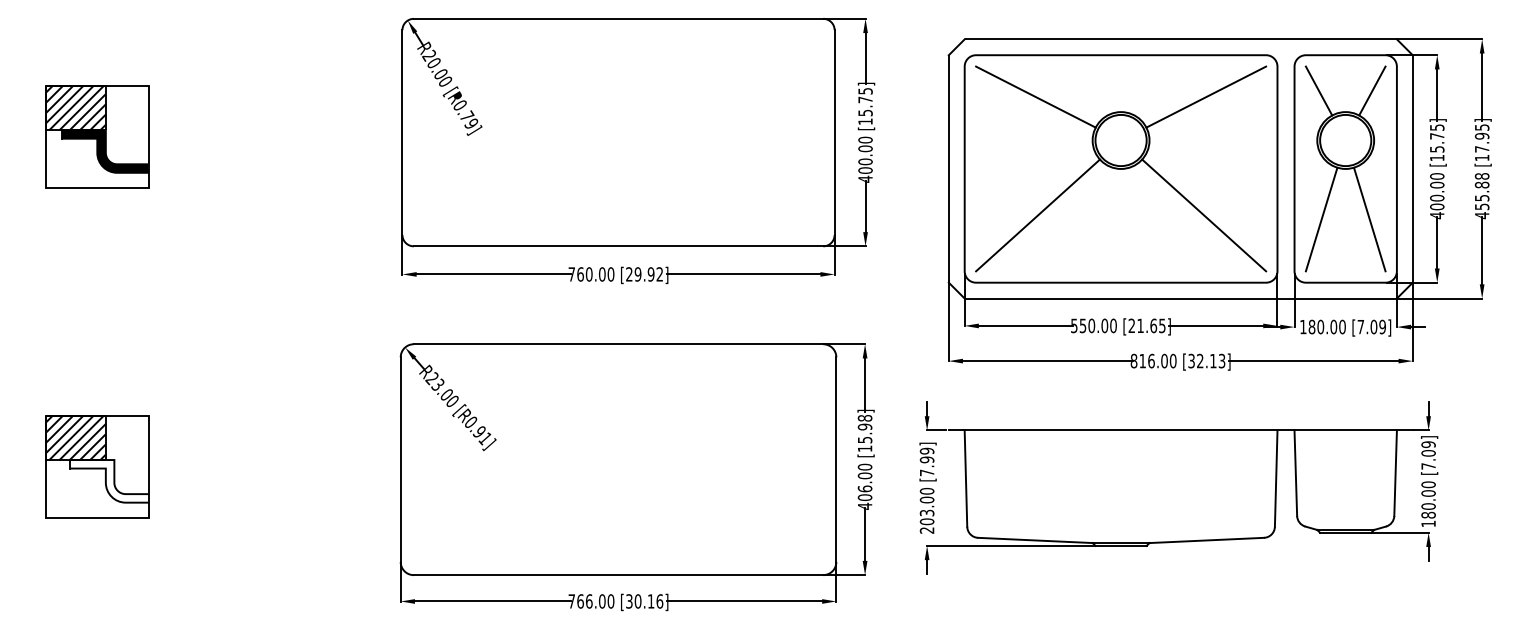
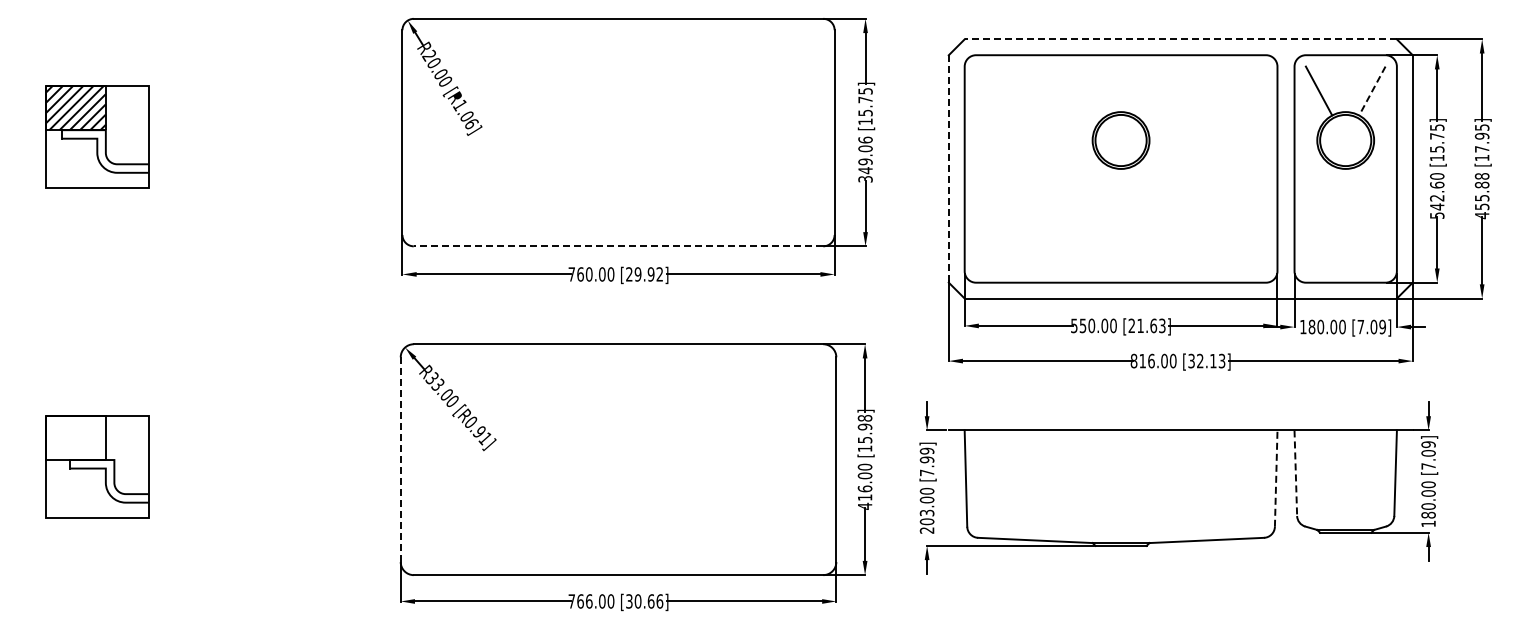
line at (1180, 39): solid -> dashed
line at (1372, 91): solid -> dashed
line at (1035, 96): present -> none
line at (1206, 96): present -> none
text at (465, 114): [R0.79] -> [R1.06]
fill at (104, 151): present -> none
text at (865, 159): 400.00 -> 349.06
line at (948, 168): solid -> dashed
text at (1437, 200): 400.00 -> 542.60
line at (1037, 215): present -> none
line at (1204, 215): present -> none
line at (1321, 219): present -> none
line at (1369, 219): present -> none
line at (618, 246): solid -> dashed
text at (1162, 325): [21.65] -> [21.63]
text at (431, 378): R23.00 -> R33.00
hatch at (75, 437): present -> none
line at (400, 459): solid -> dashed
line at (1295, 473): solid -> dashed
line at (1276, 478): solid -> dashed
text at (864, 497): 406.00 -> 416.00
text at (650, 601): [30.16] -> [30.66]
